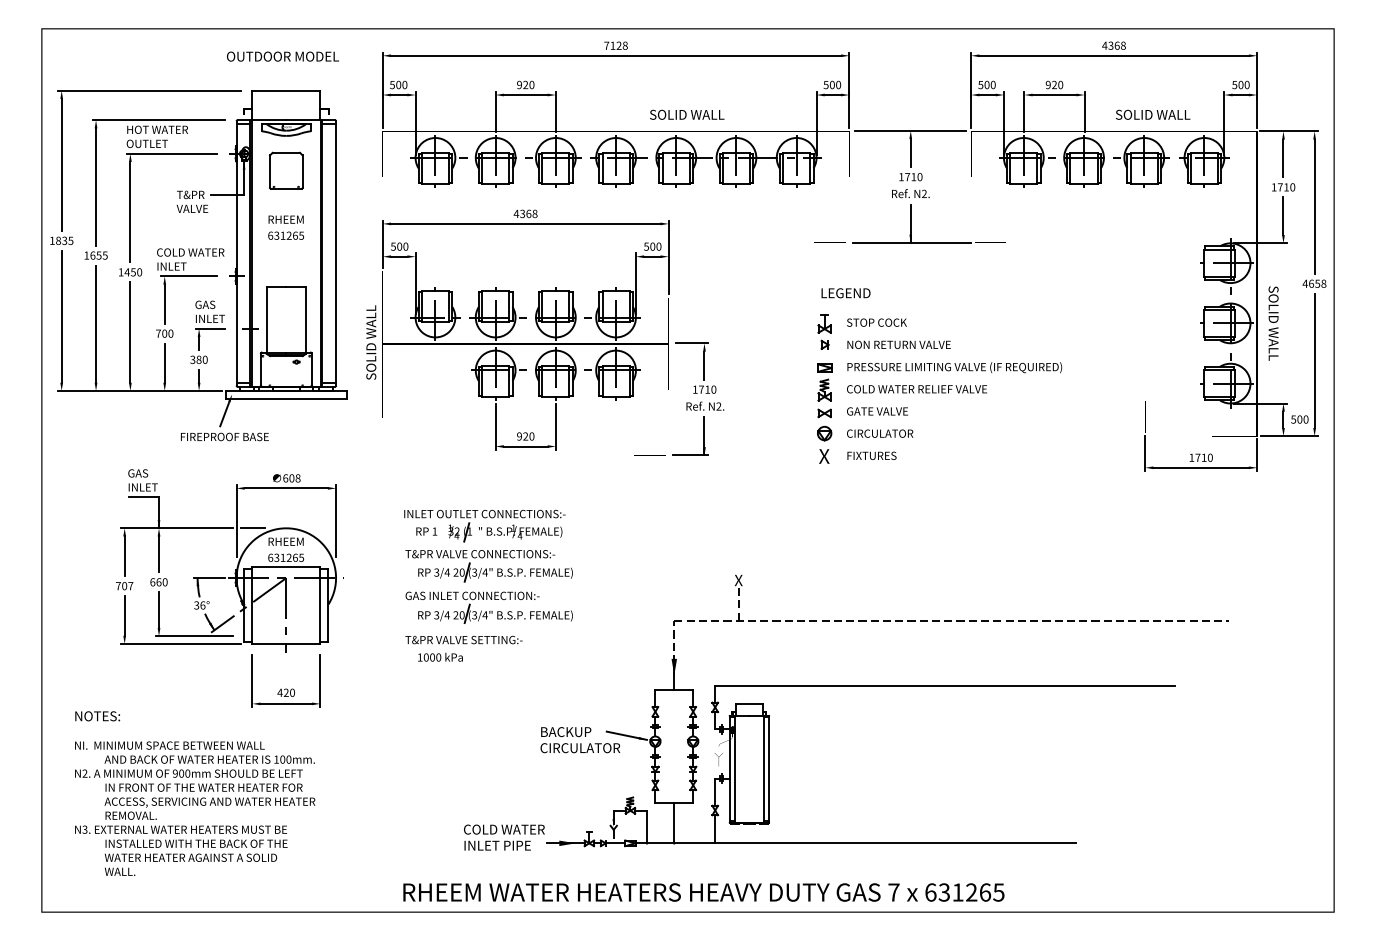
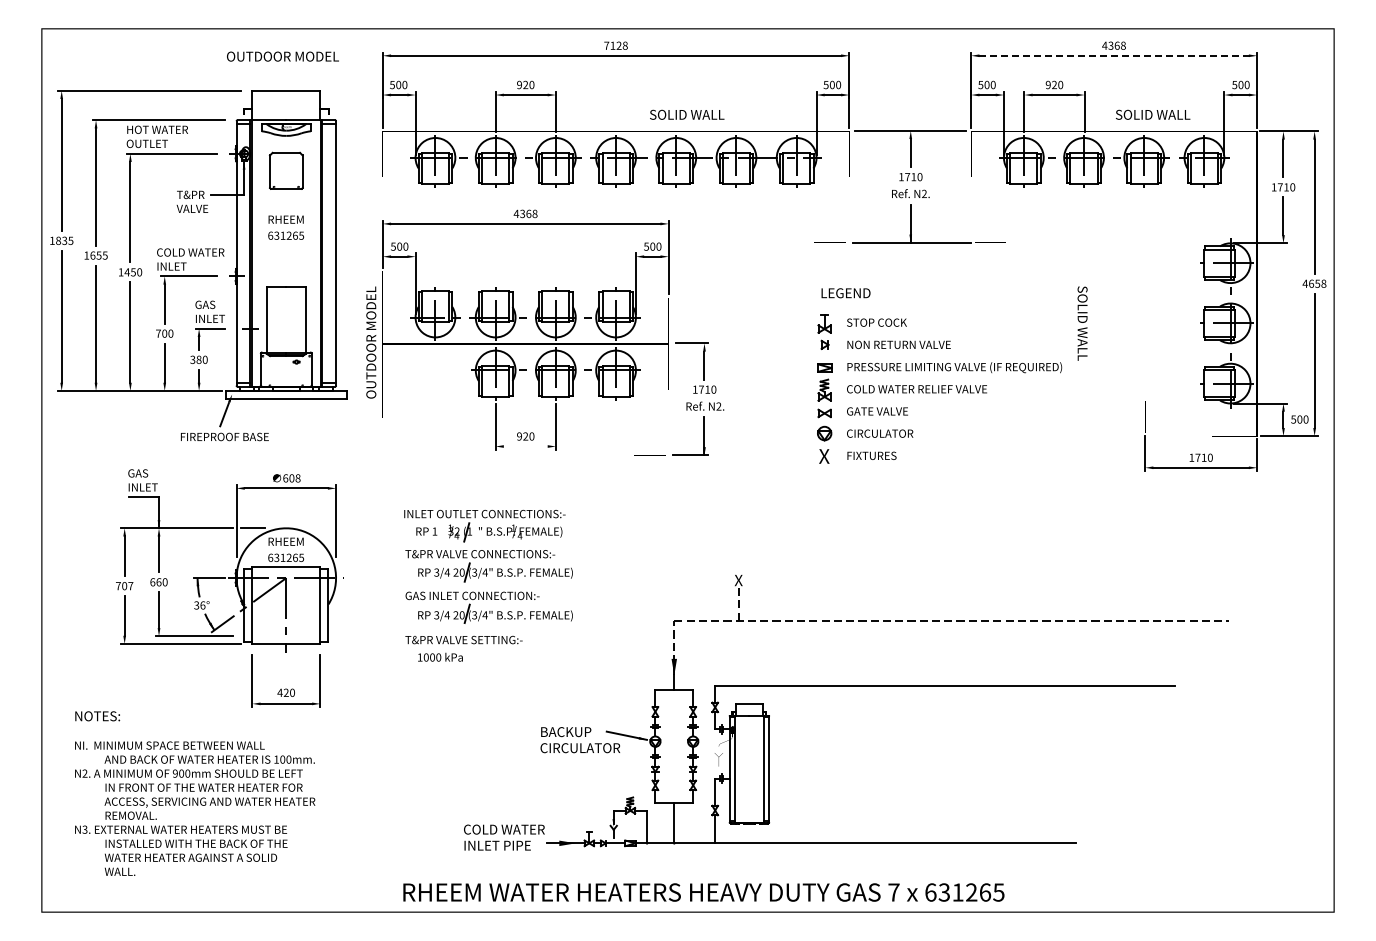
line at (1114, 55): solid -> dashed
text at (1273, 323) position: (1273, 323) -> (1082, 323)
text at (371, 342): SOLID WALL -> OUTDOOR MODEL
line at (525, 446): present -> none
